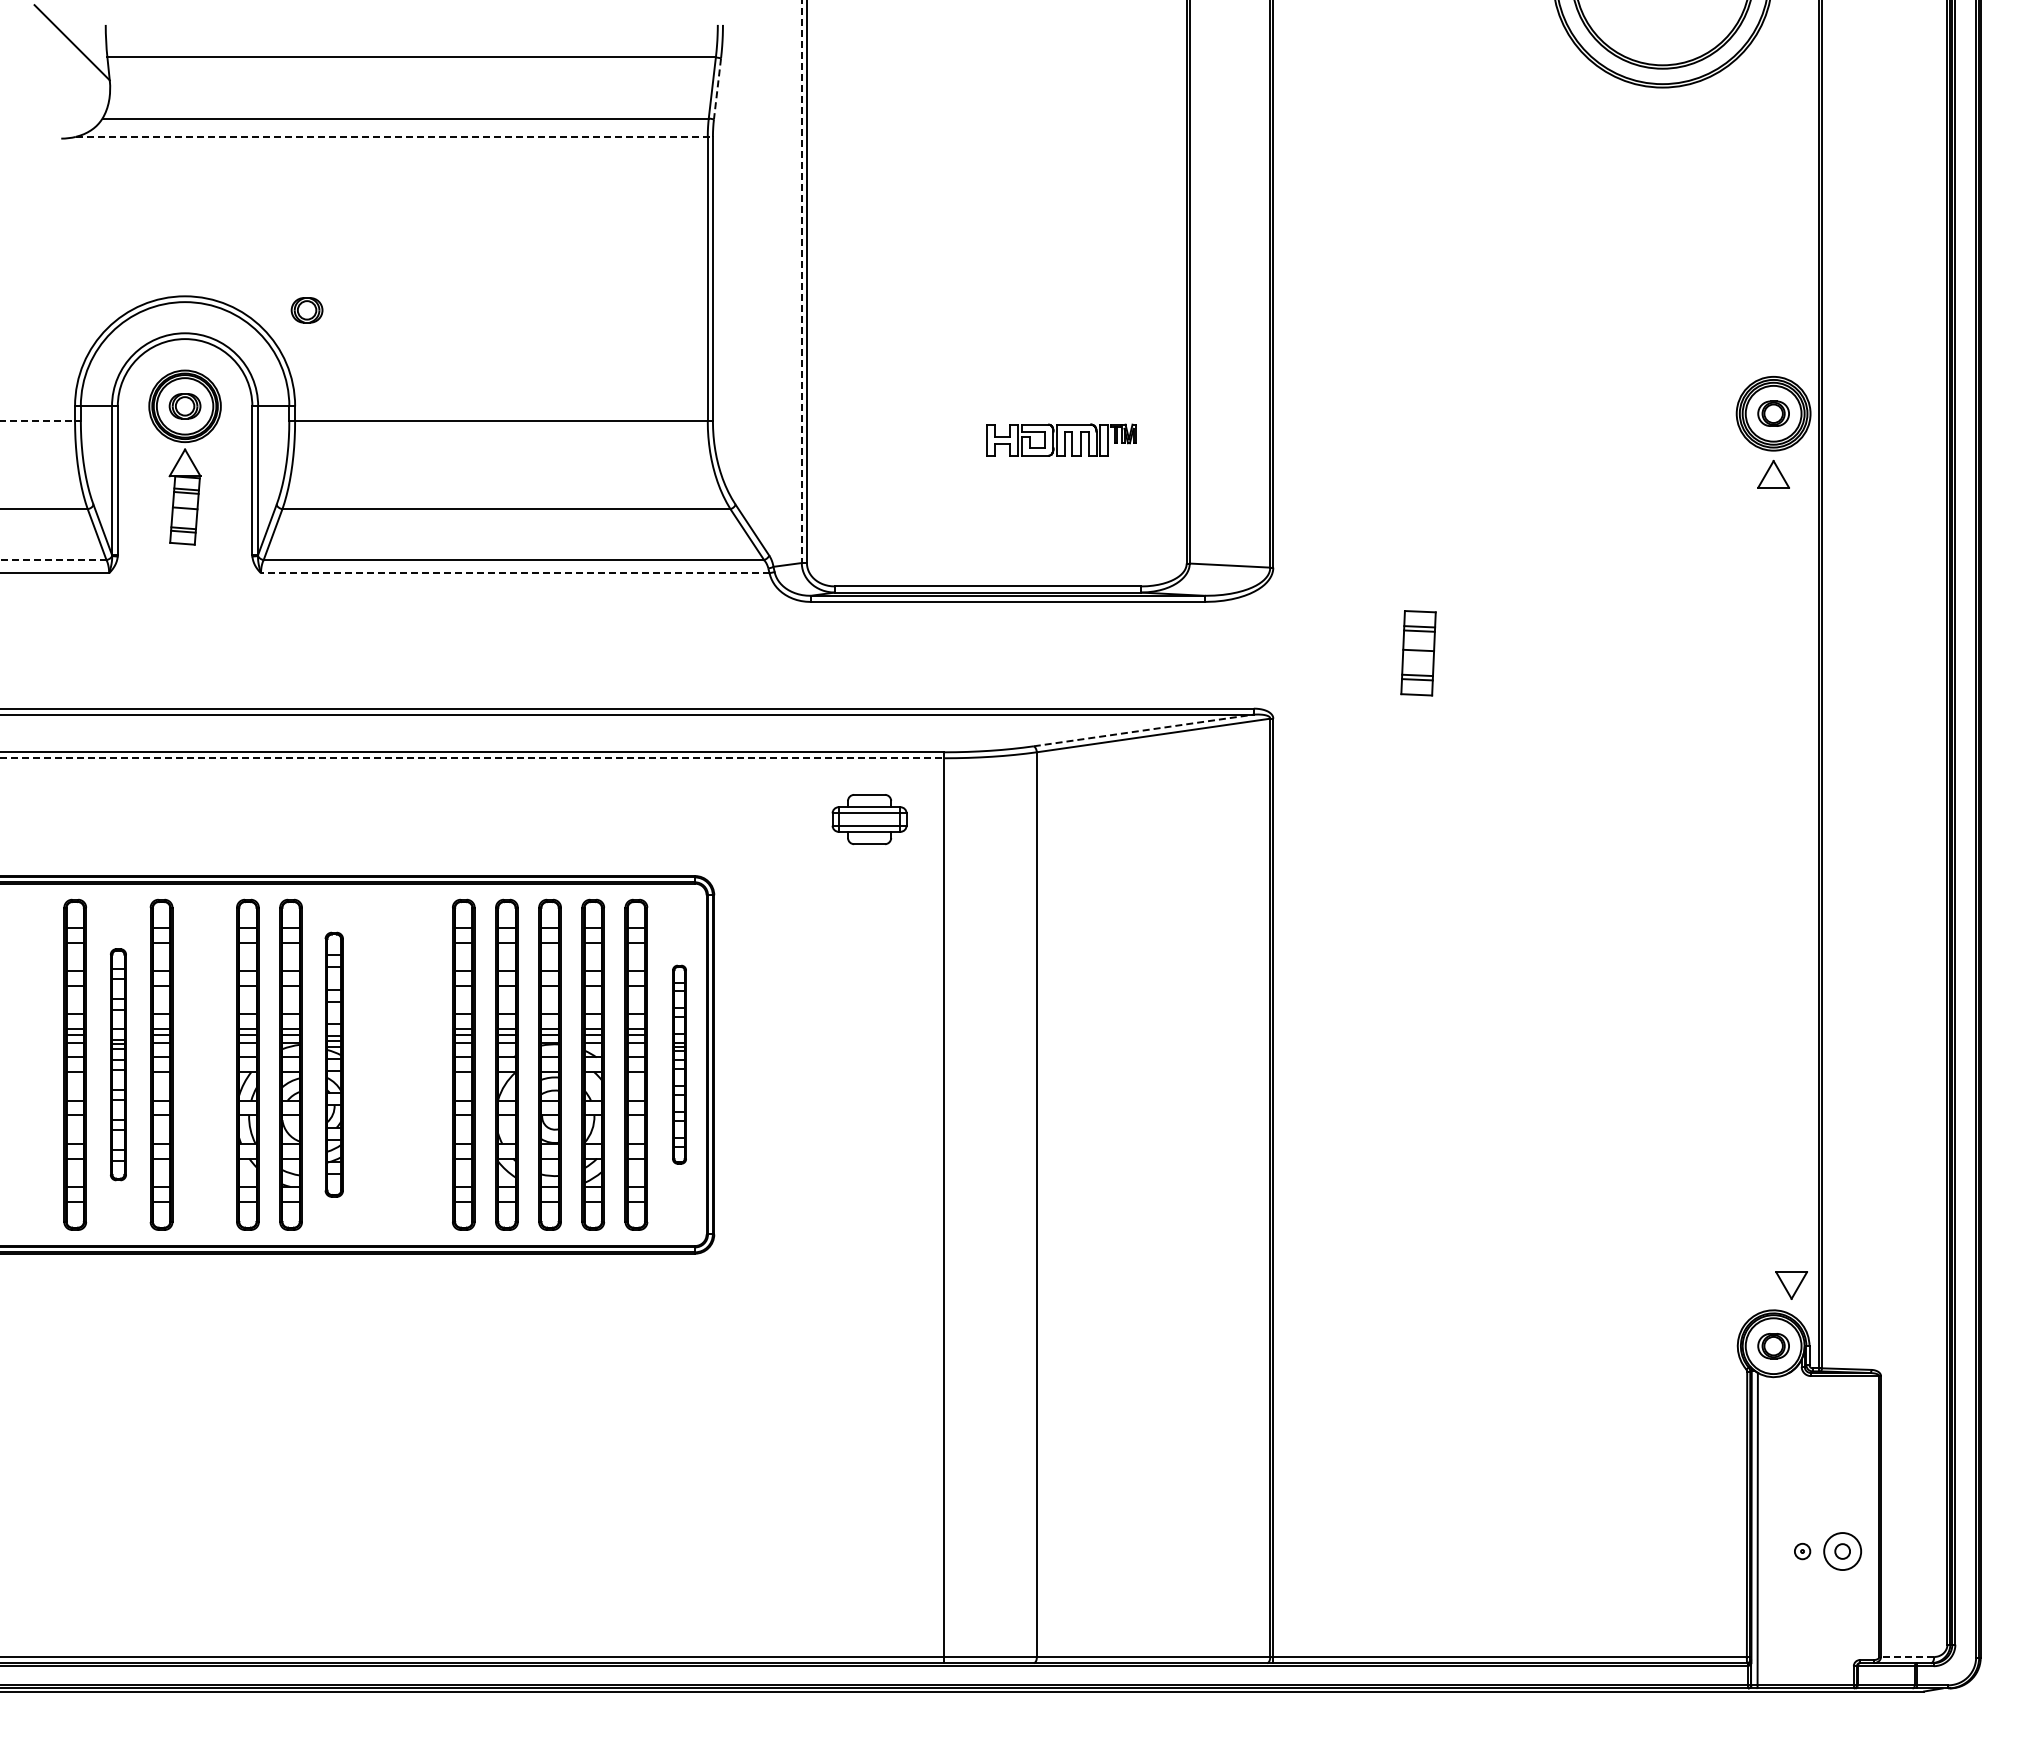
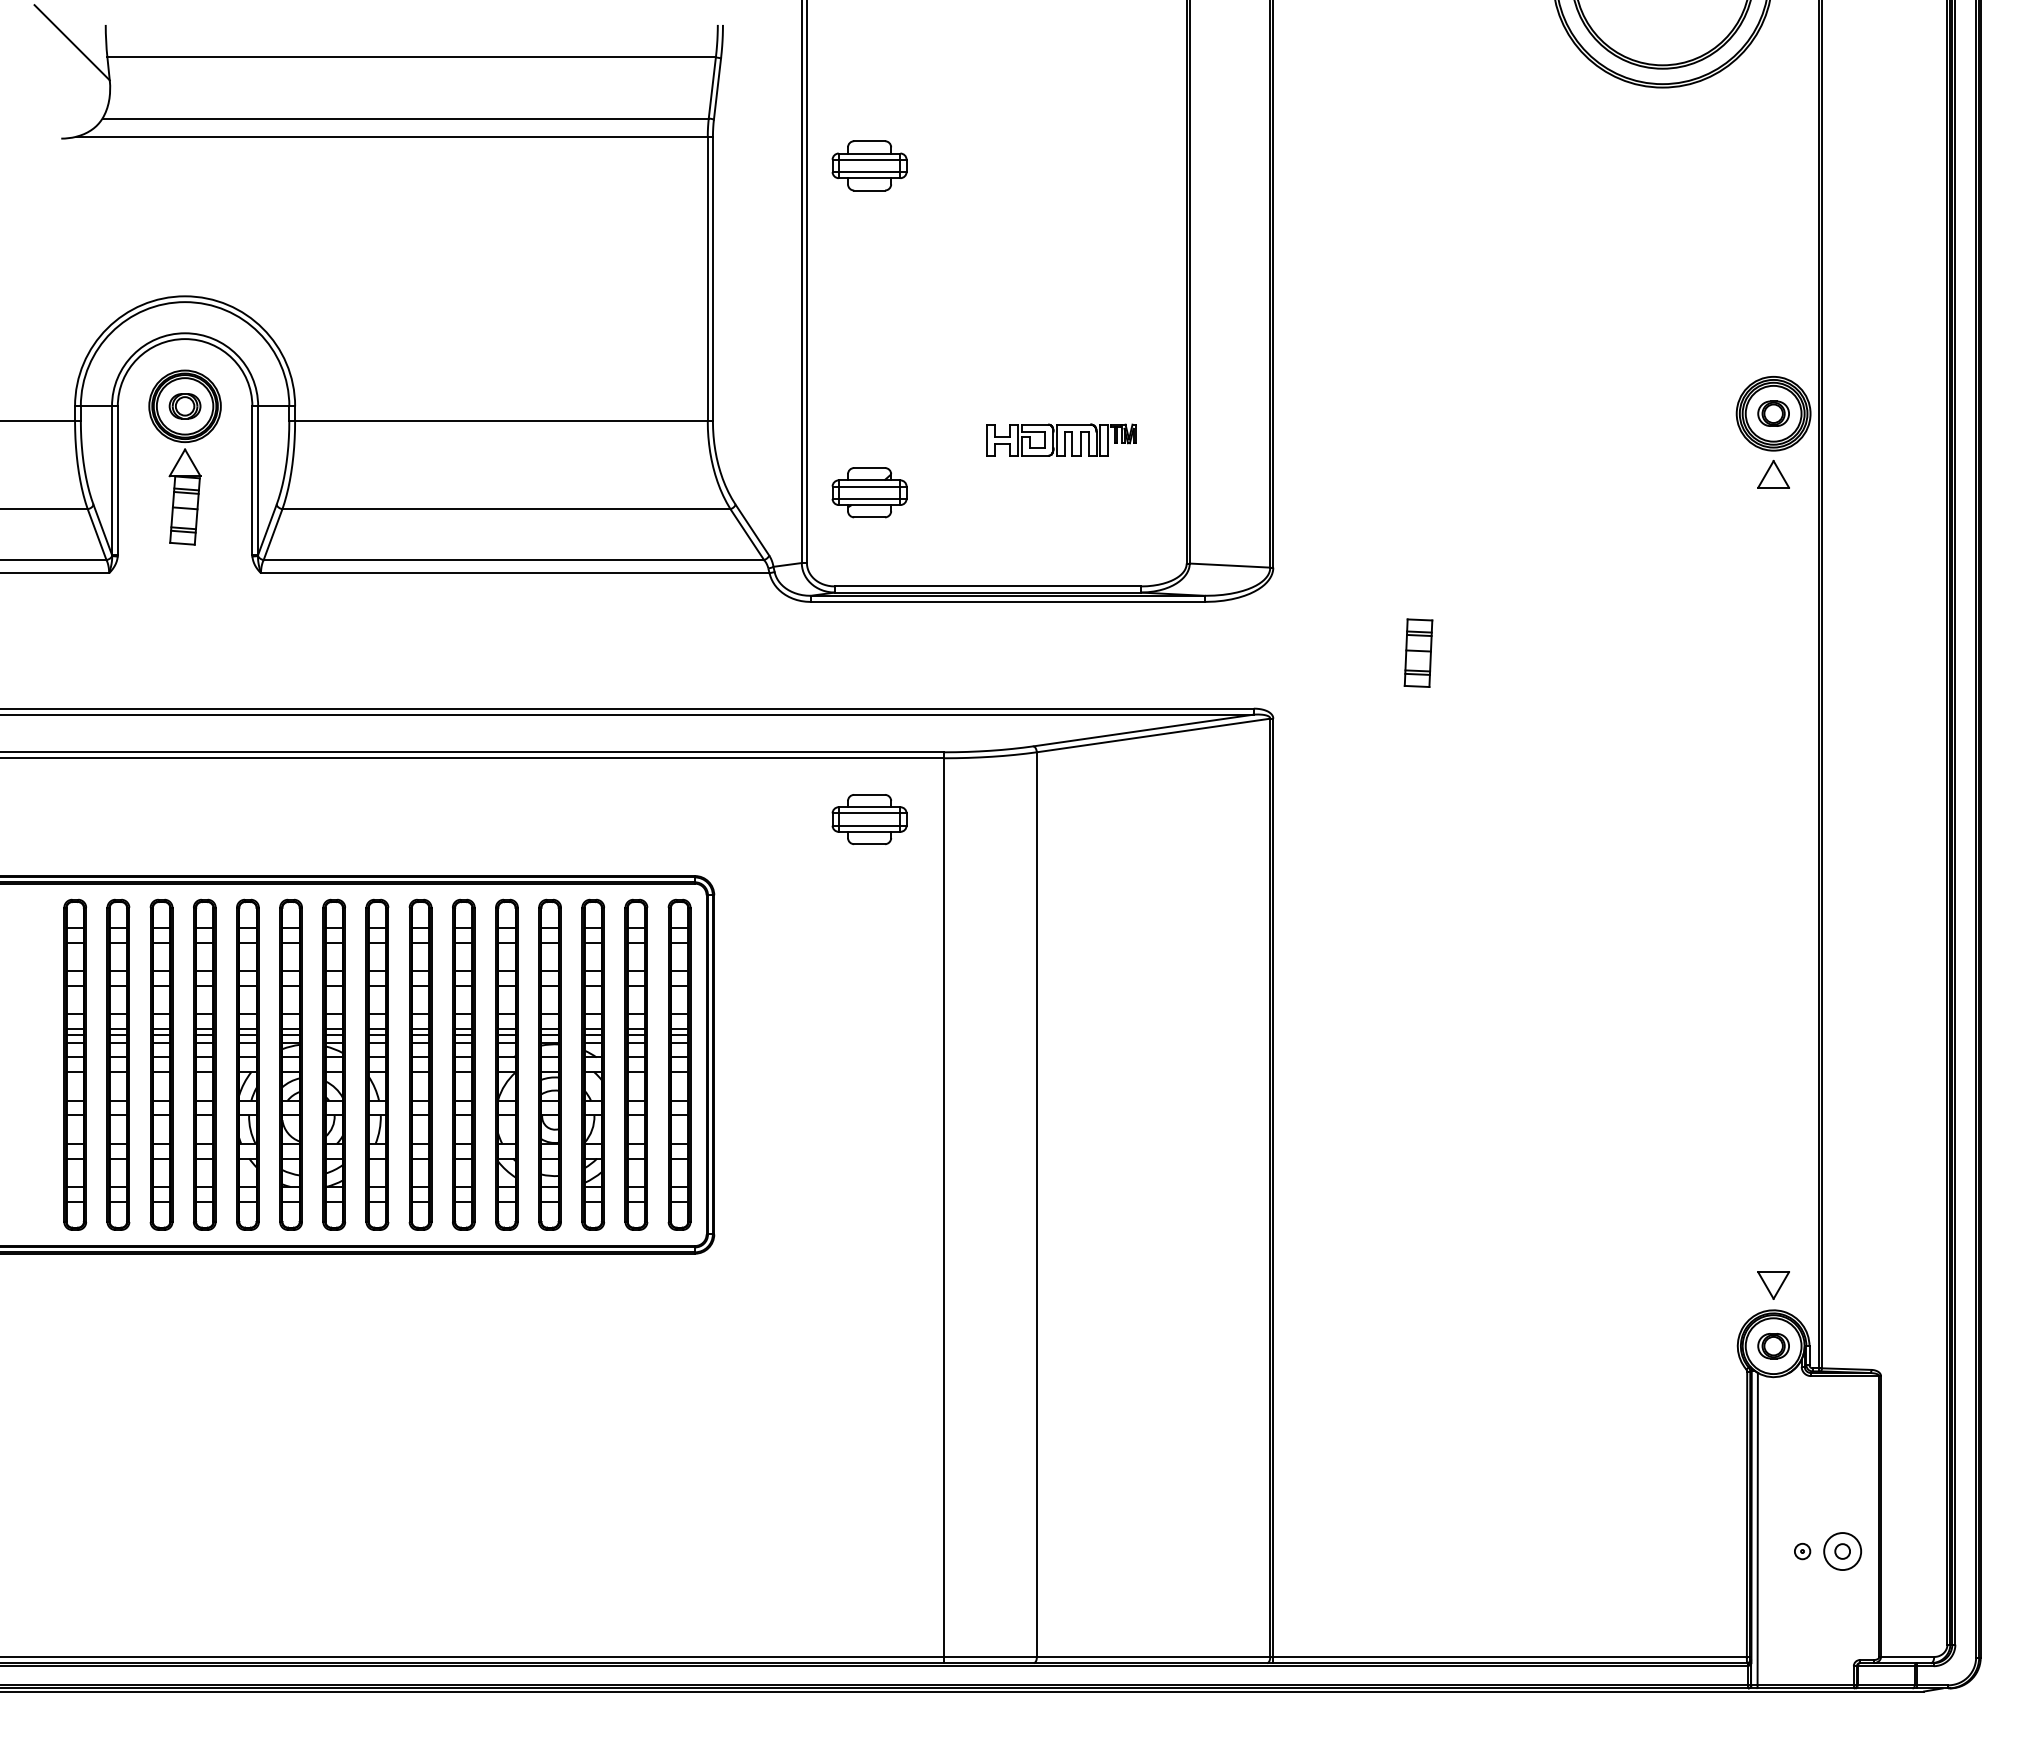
line at (717, 89): dashed -> solid
line at (394, 136): dashed -> solid
part at (869, 165): none -> present
line at (801, 282): dashed -> solid
part at (306, 310): present -> none
line at (40, 421): dashed -> solid
part at (869, 492): none -> present
line at (53, 560): dashed -> solid
line at (514, 573): dashed -> solid
part at (1418, 653) size: 37x87 px -> 31x70 px
line at (1144, 730): dashed -> solid
line at (472, 758): dashed -> solid
part at (118, 1064) size: 17x234 px -> 25x333 px
part at (204, 1064): none -> present
part at (333, 1064) size: 20x267 px -> 25x333 px
part at (377, 1064): none -> present
part at (420, 1064): none -> present
part at (679, 1064) size: 15x201 px -> 25x333 px
part at (1791, 1285) position: (1791, 1285) -> (1773, 1285)
line at (1906, 1656): dashed -> solid
